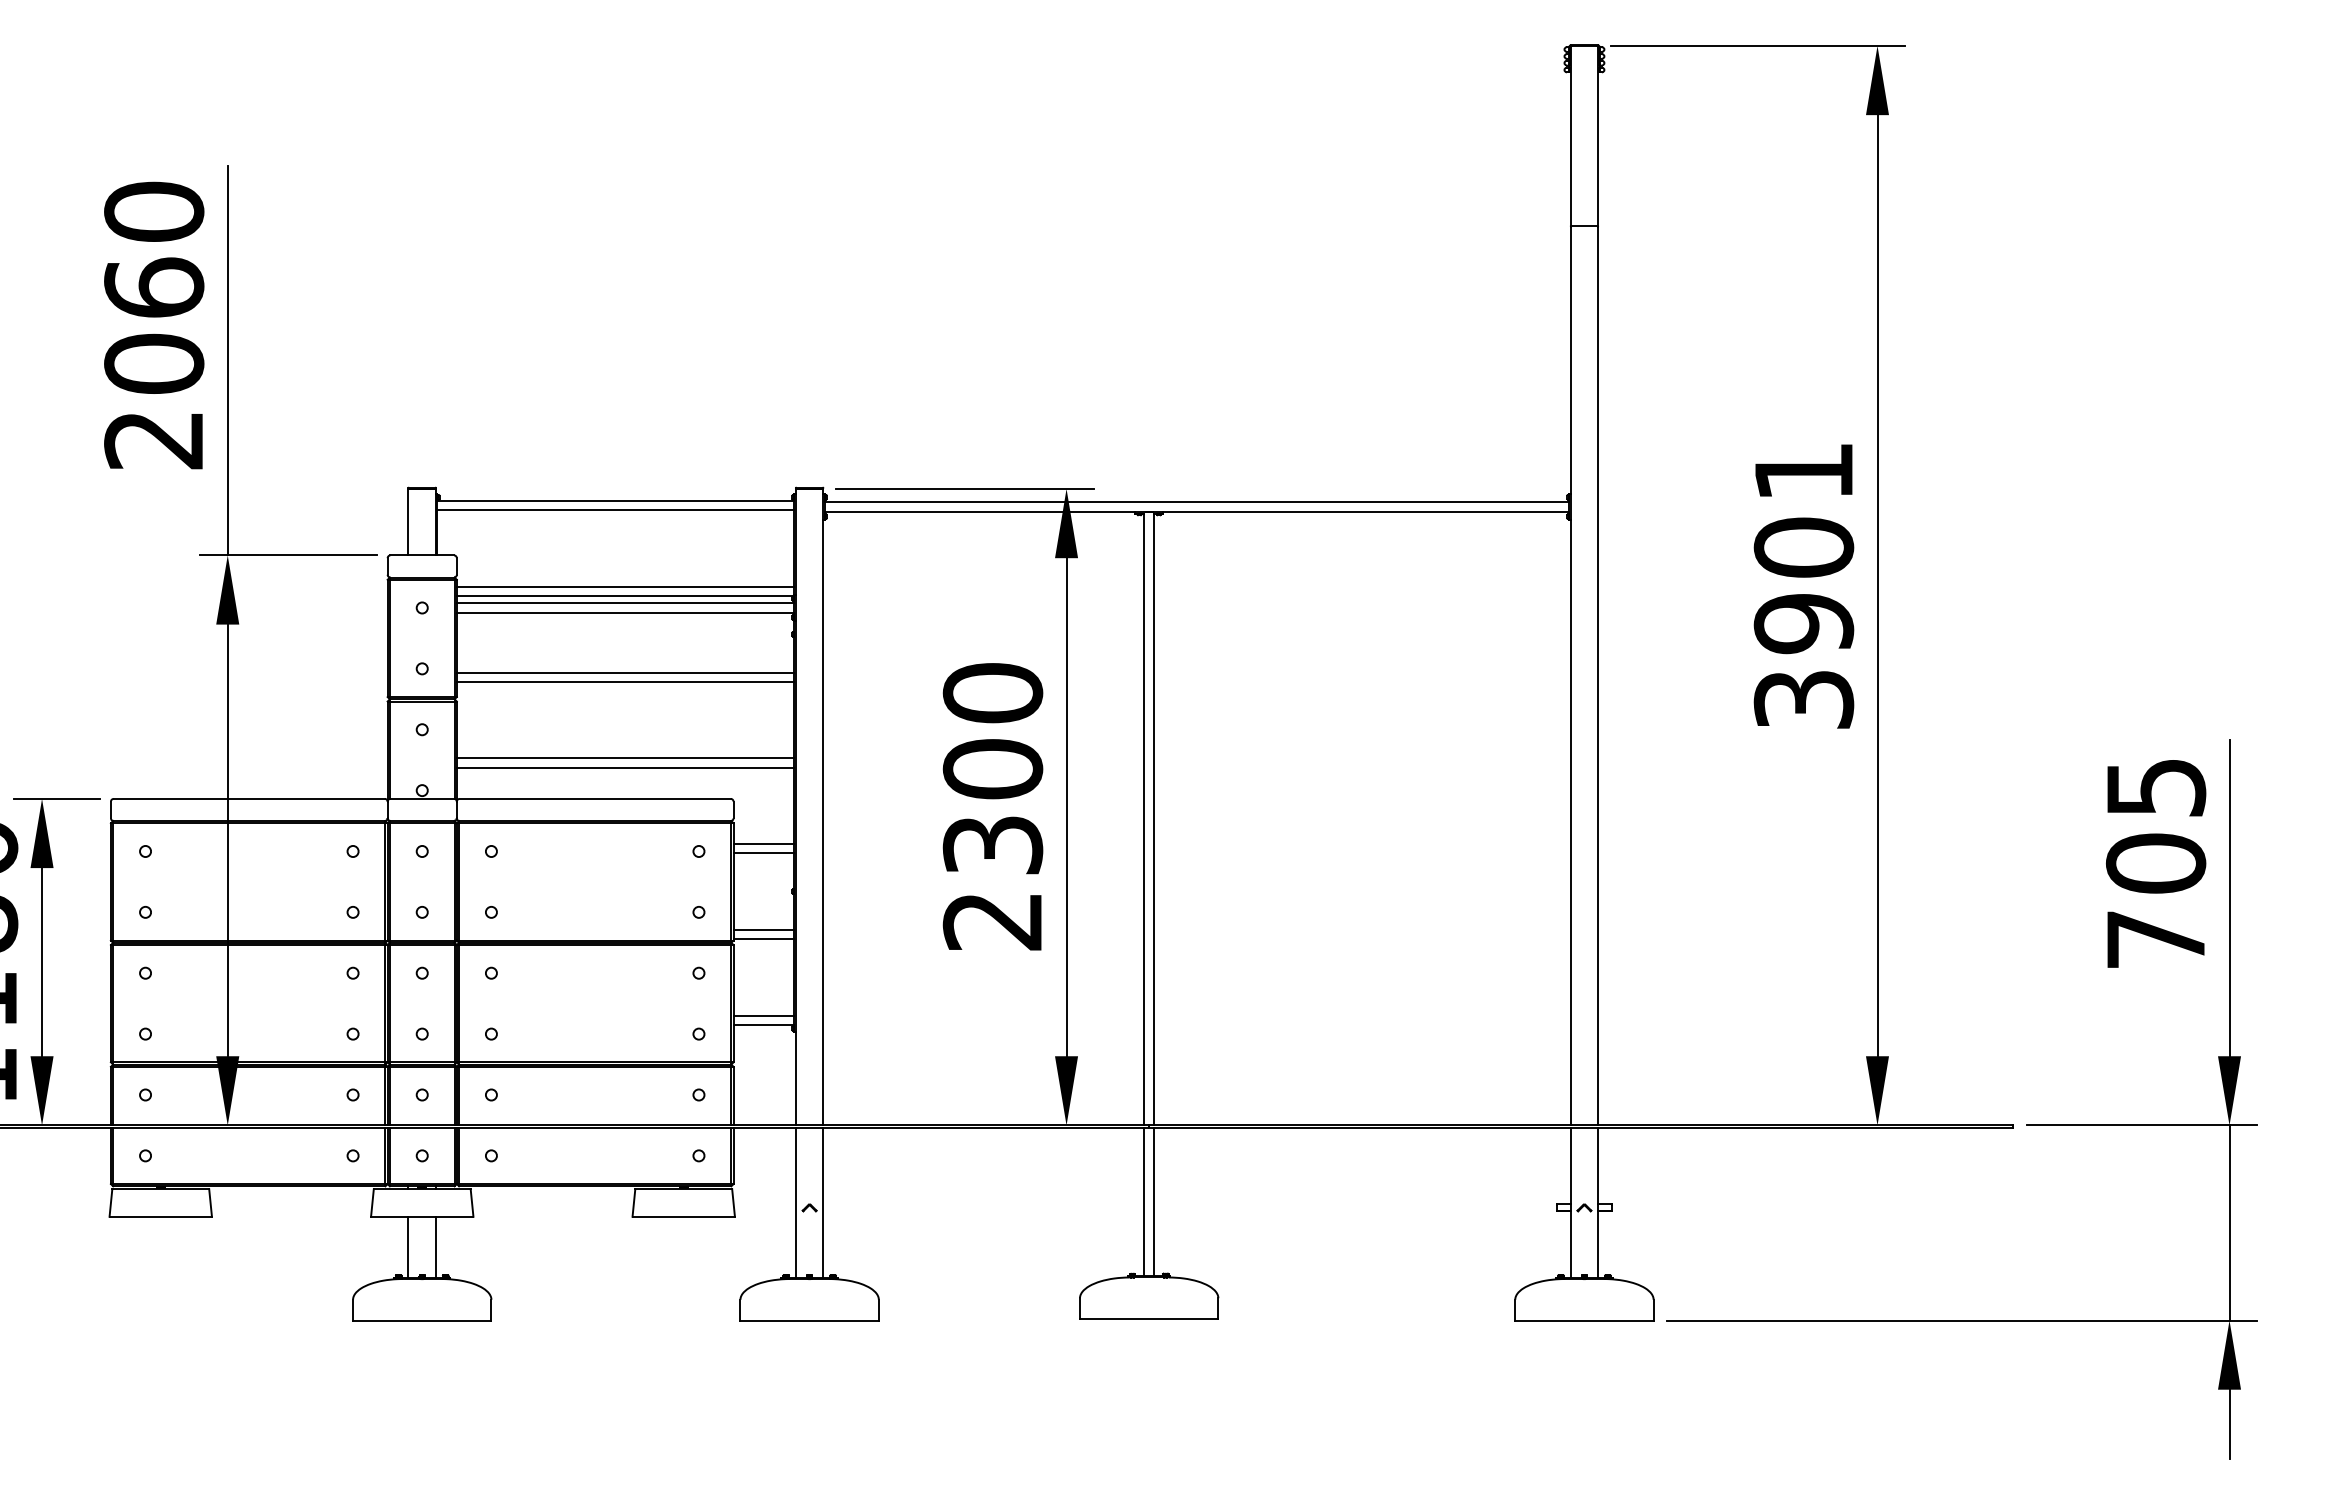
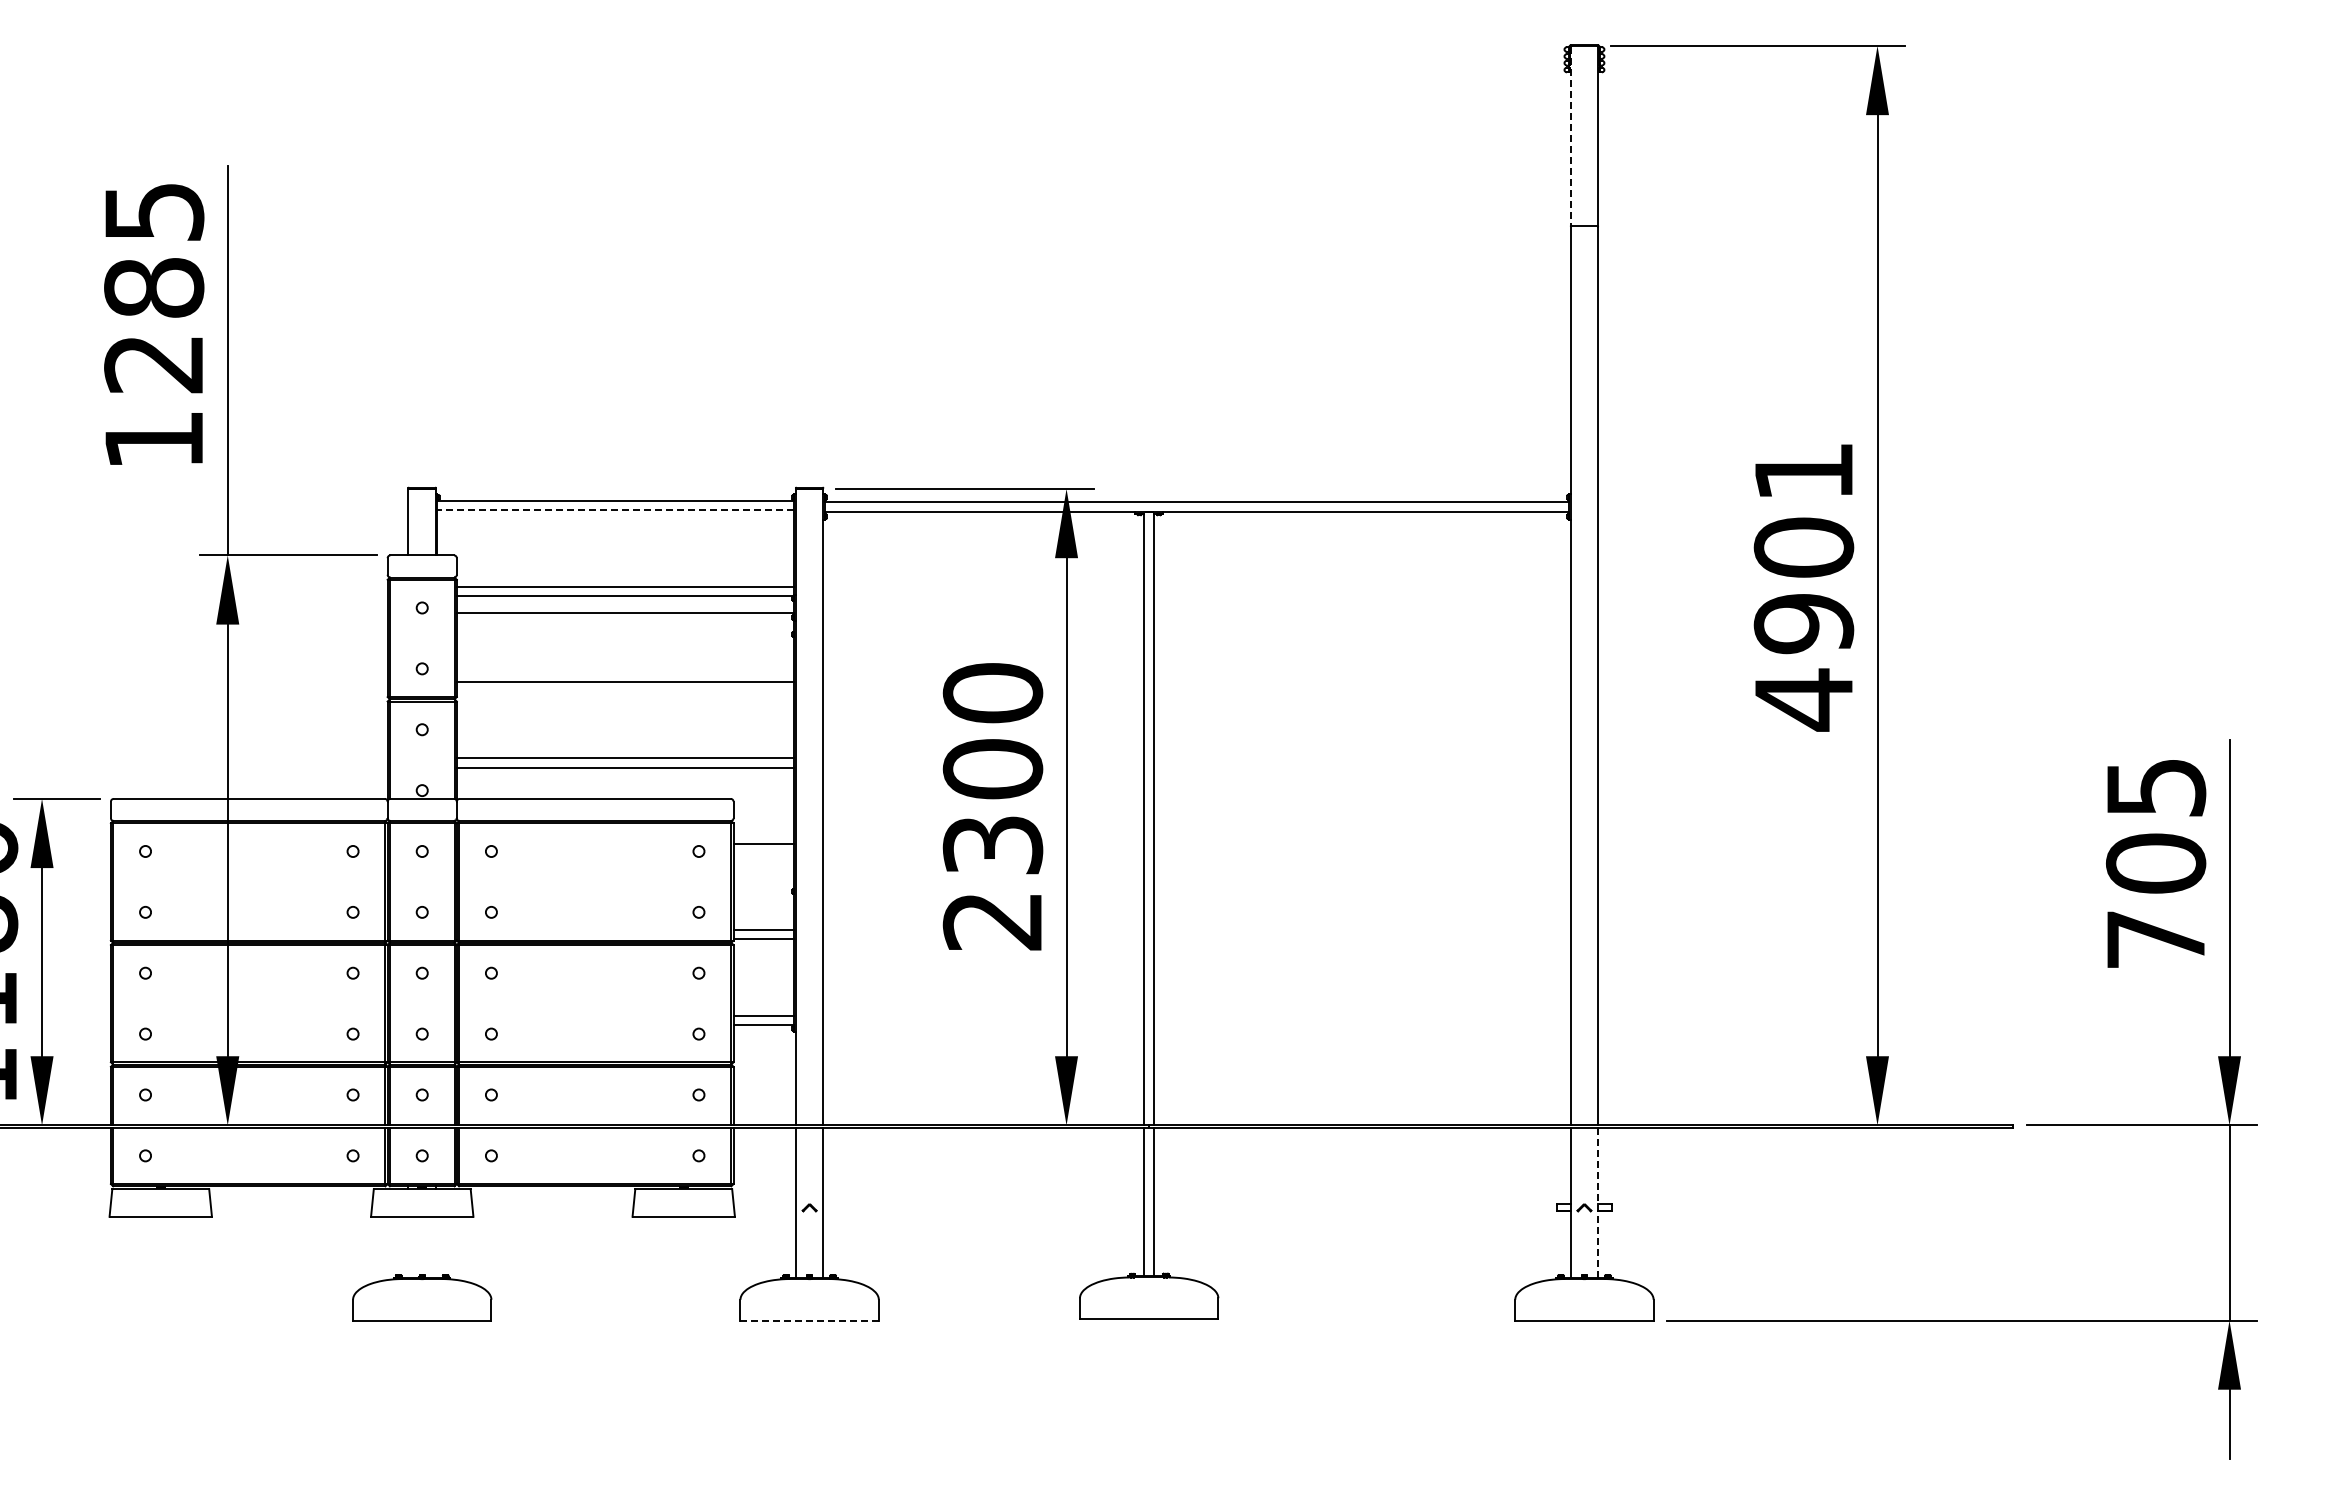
line at (1570, 136): solid -> dashed
text at (154, 325): 2060 -> 1285
line at (615, 510): solid -> dashed
line at (625, 603): present -> none
line at (625, 672): present -> none
text at (1803, 699): 3901 -> 4901
line at (763, 853): present -> none
line at (1598, 1202): solid -> dashed
line at (408, 1246): present -> none
line at (436, 1246): present -> none
line at (809, 1320): solid -> dashed
